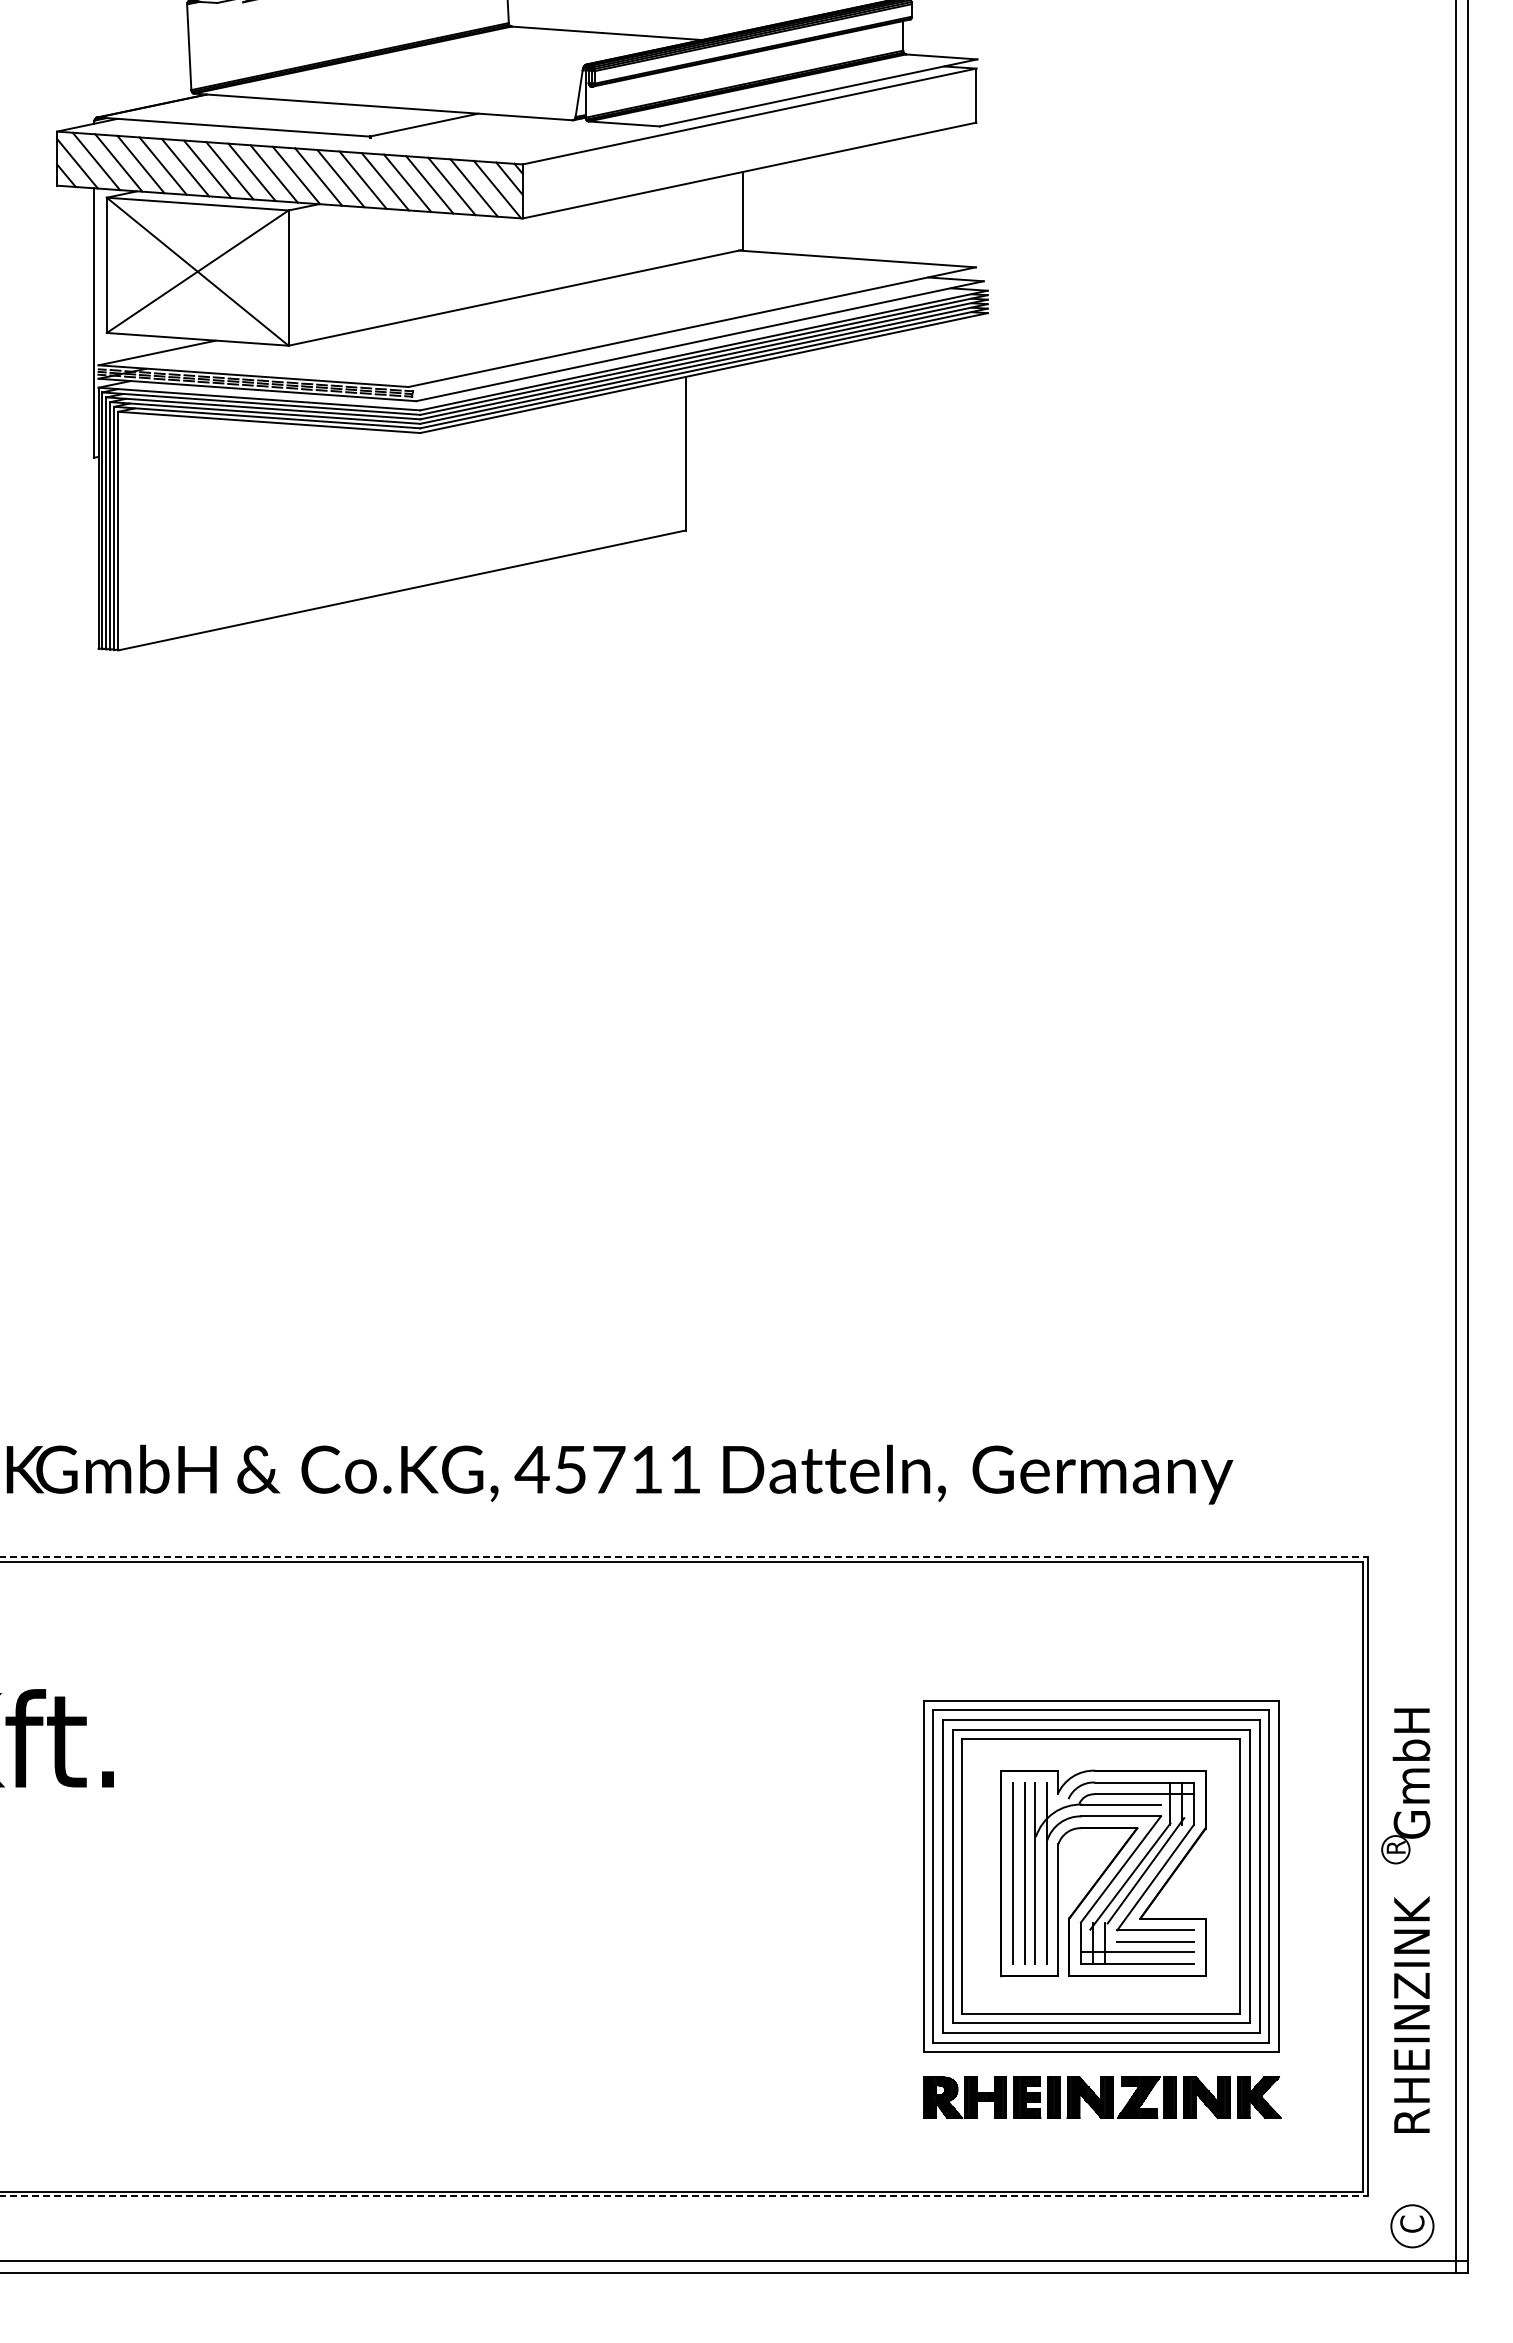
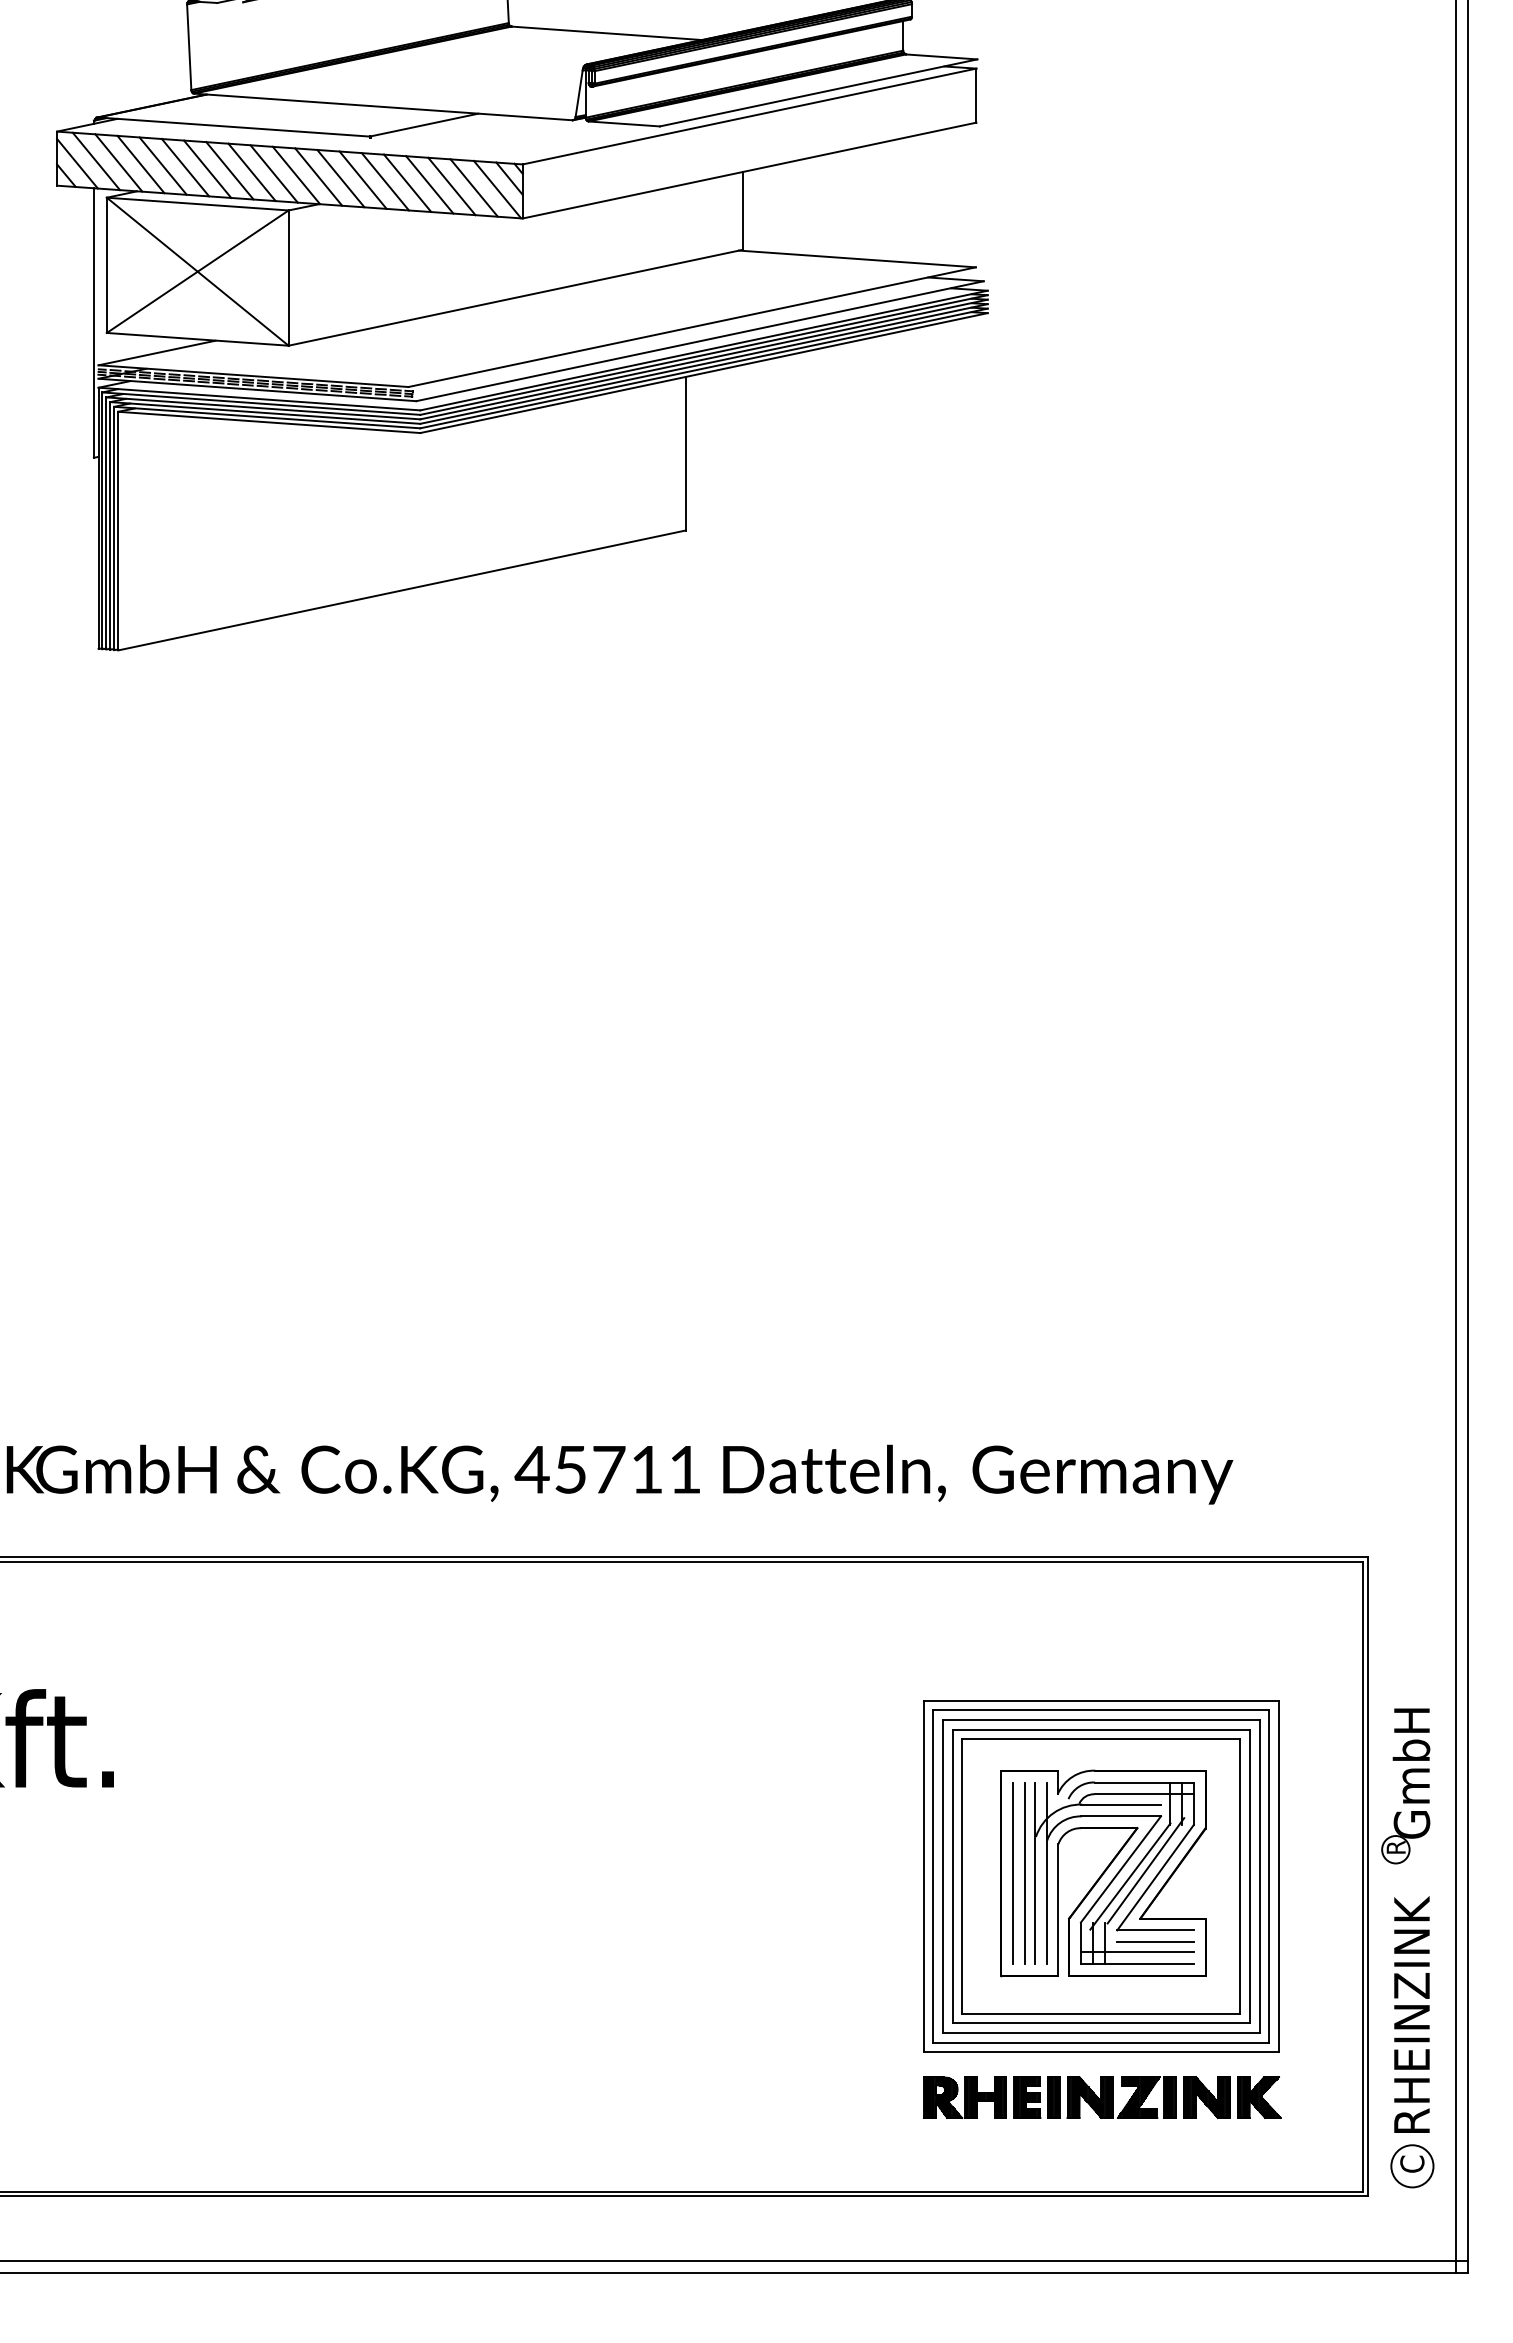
line at (684, 1557): dashed -> solid
line at (684, 2196): dashed -> solid
part at (1412, 2226) position: (1412, 2226) -> (1412, 2166)
